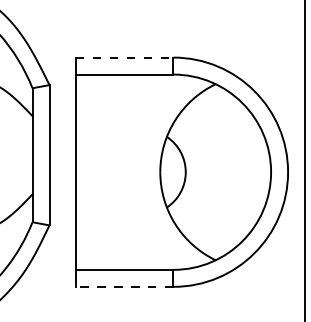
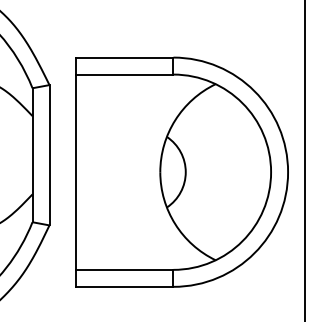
line at (124, 57): dashed -> solid
line at (124, 286): dashed -> solid
